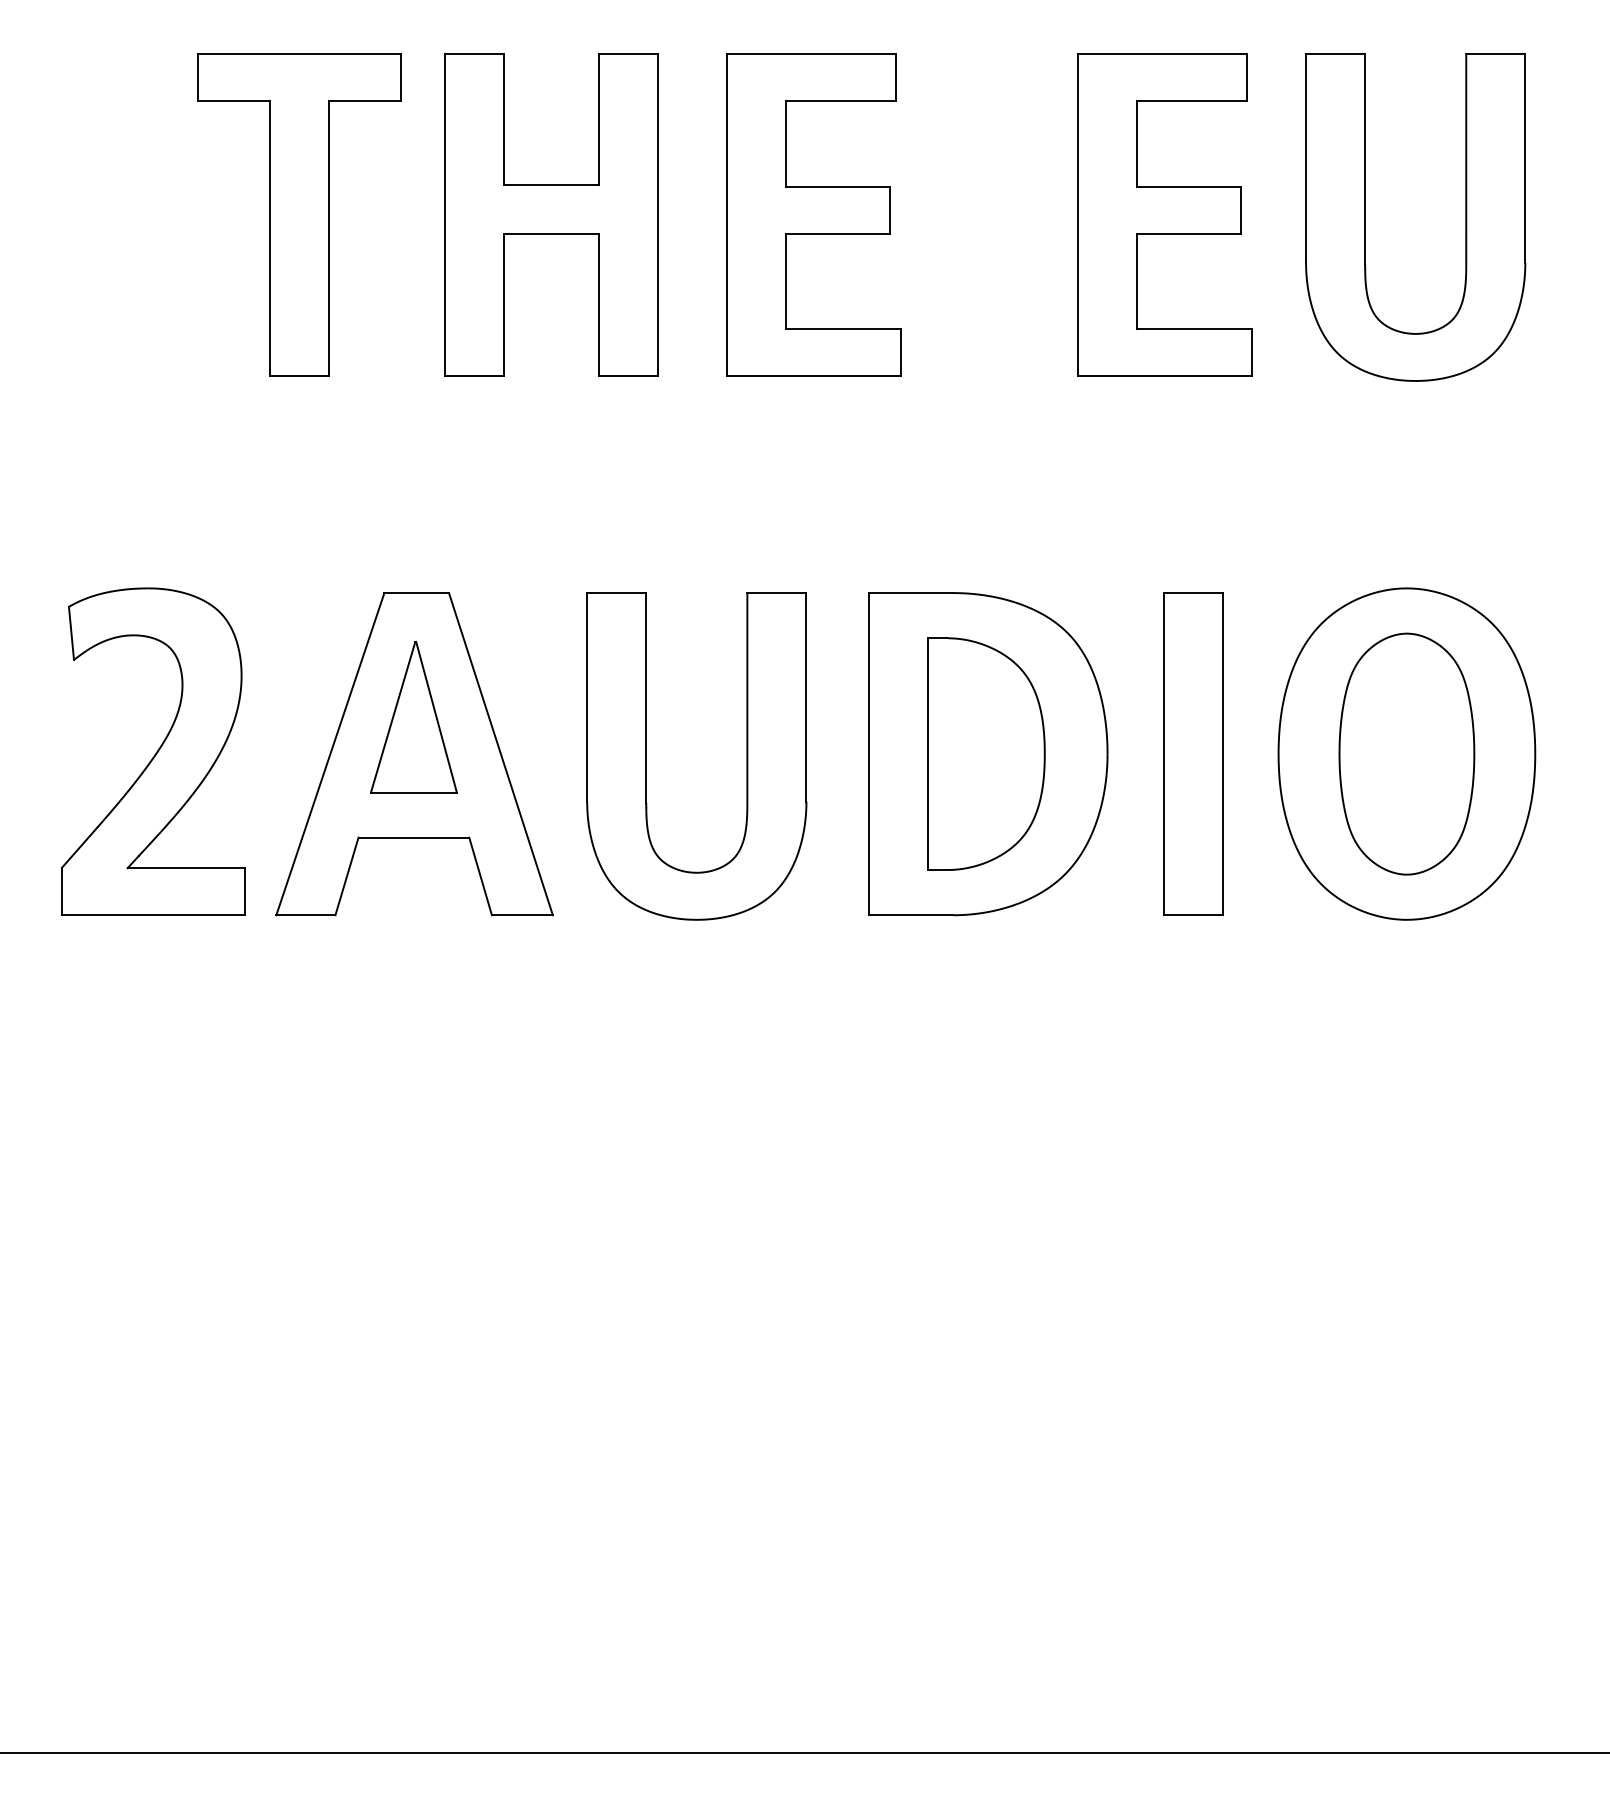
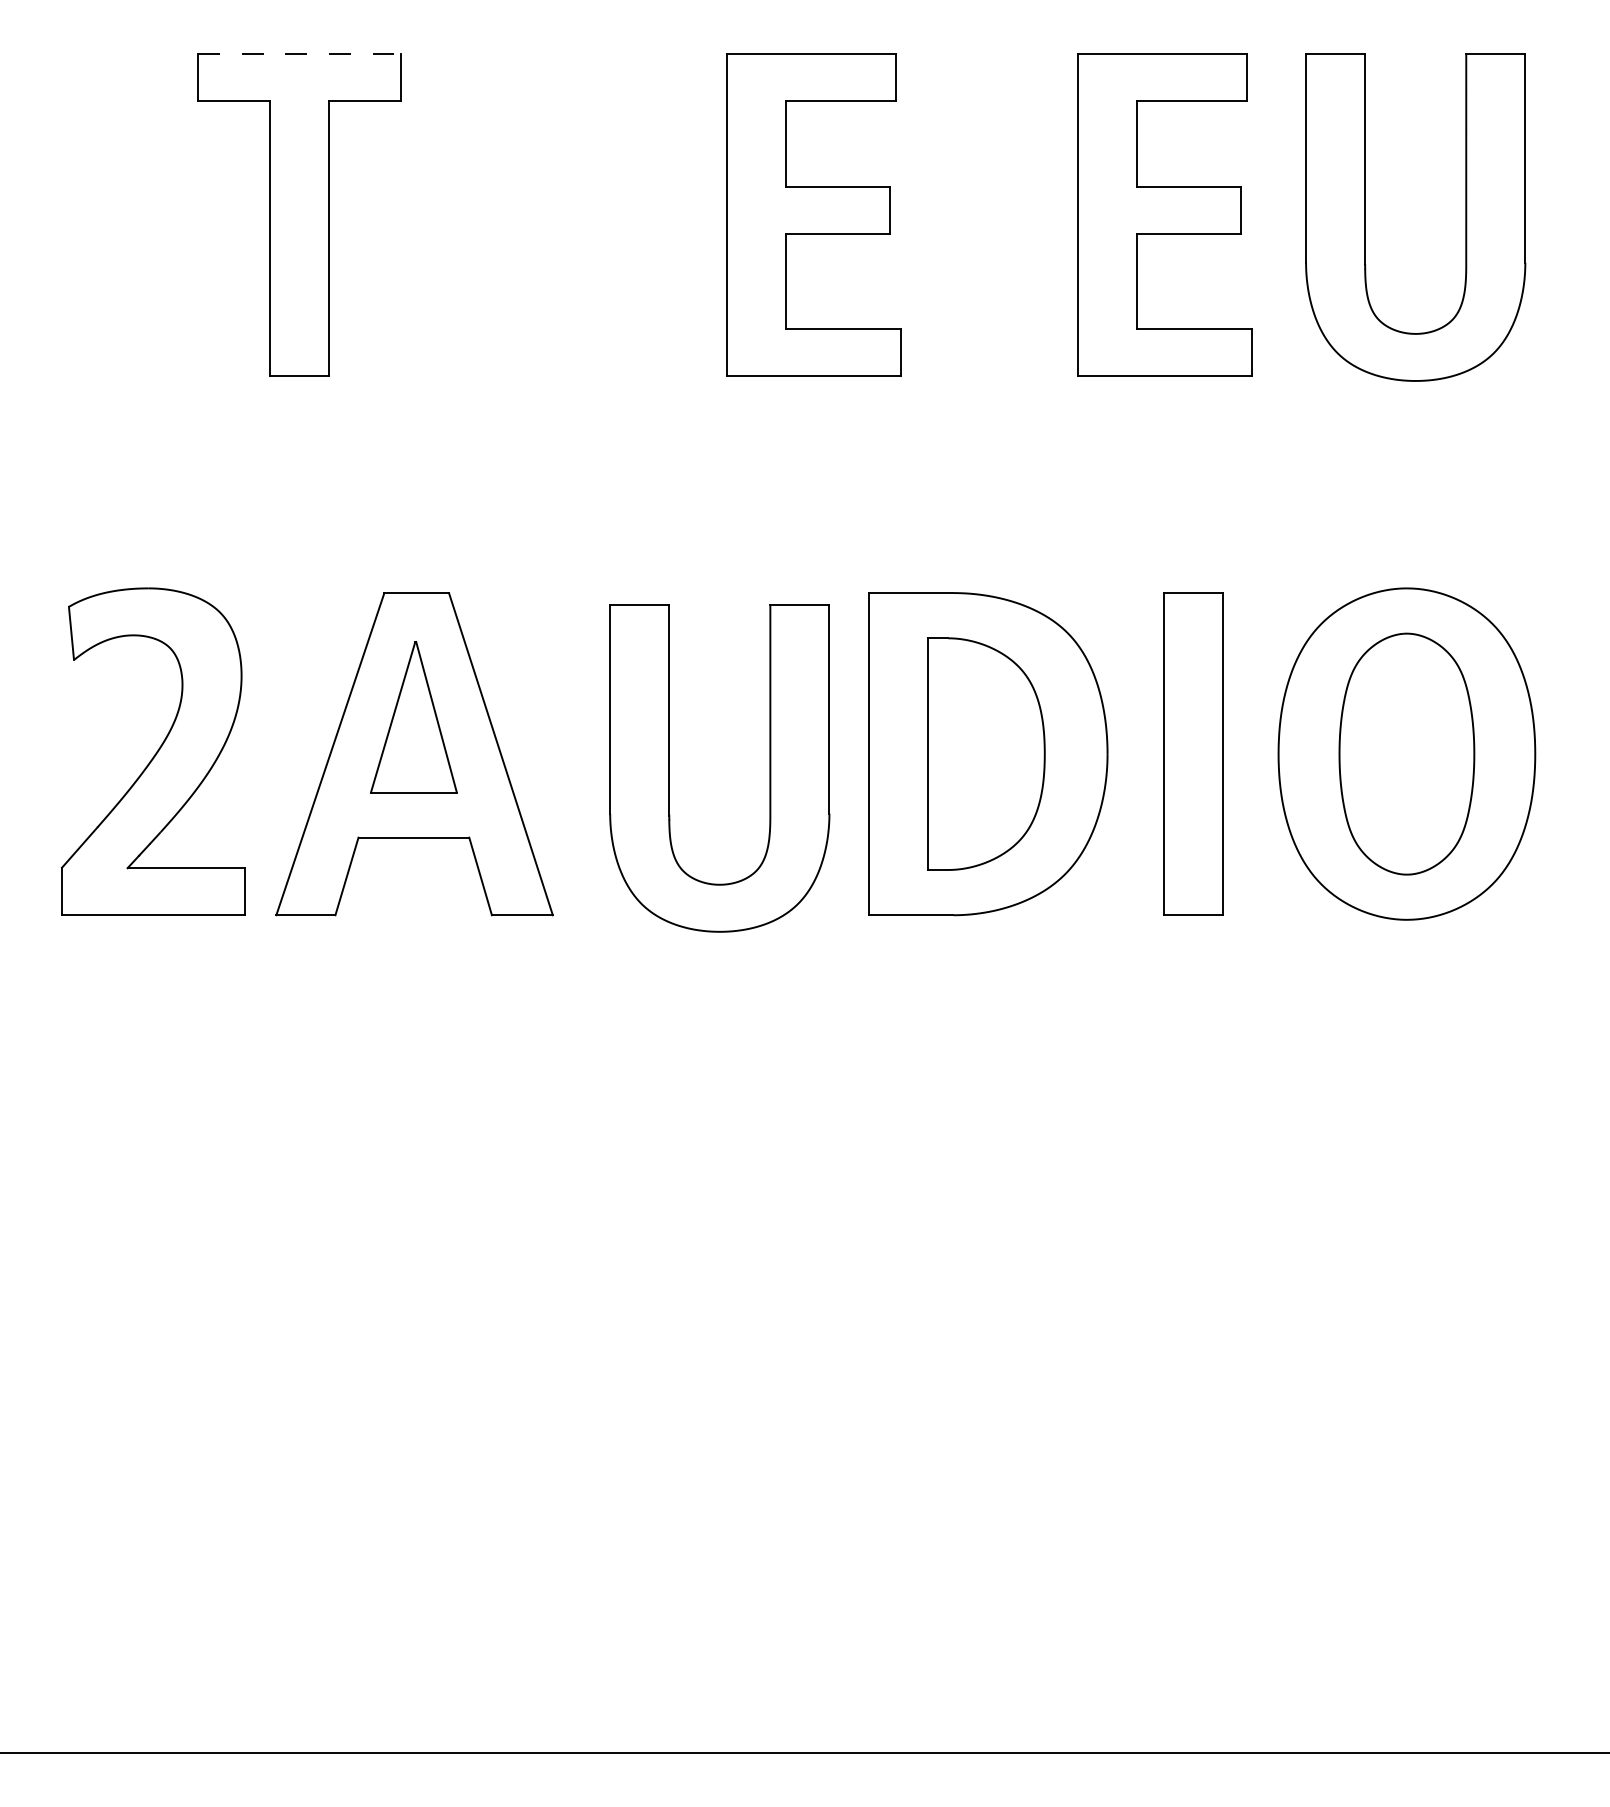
line at (299, 54): solid -> dashed
part at (551, 214): present -> none
part at (646, 756) position: (646, 756) -> (669, 768)
